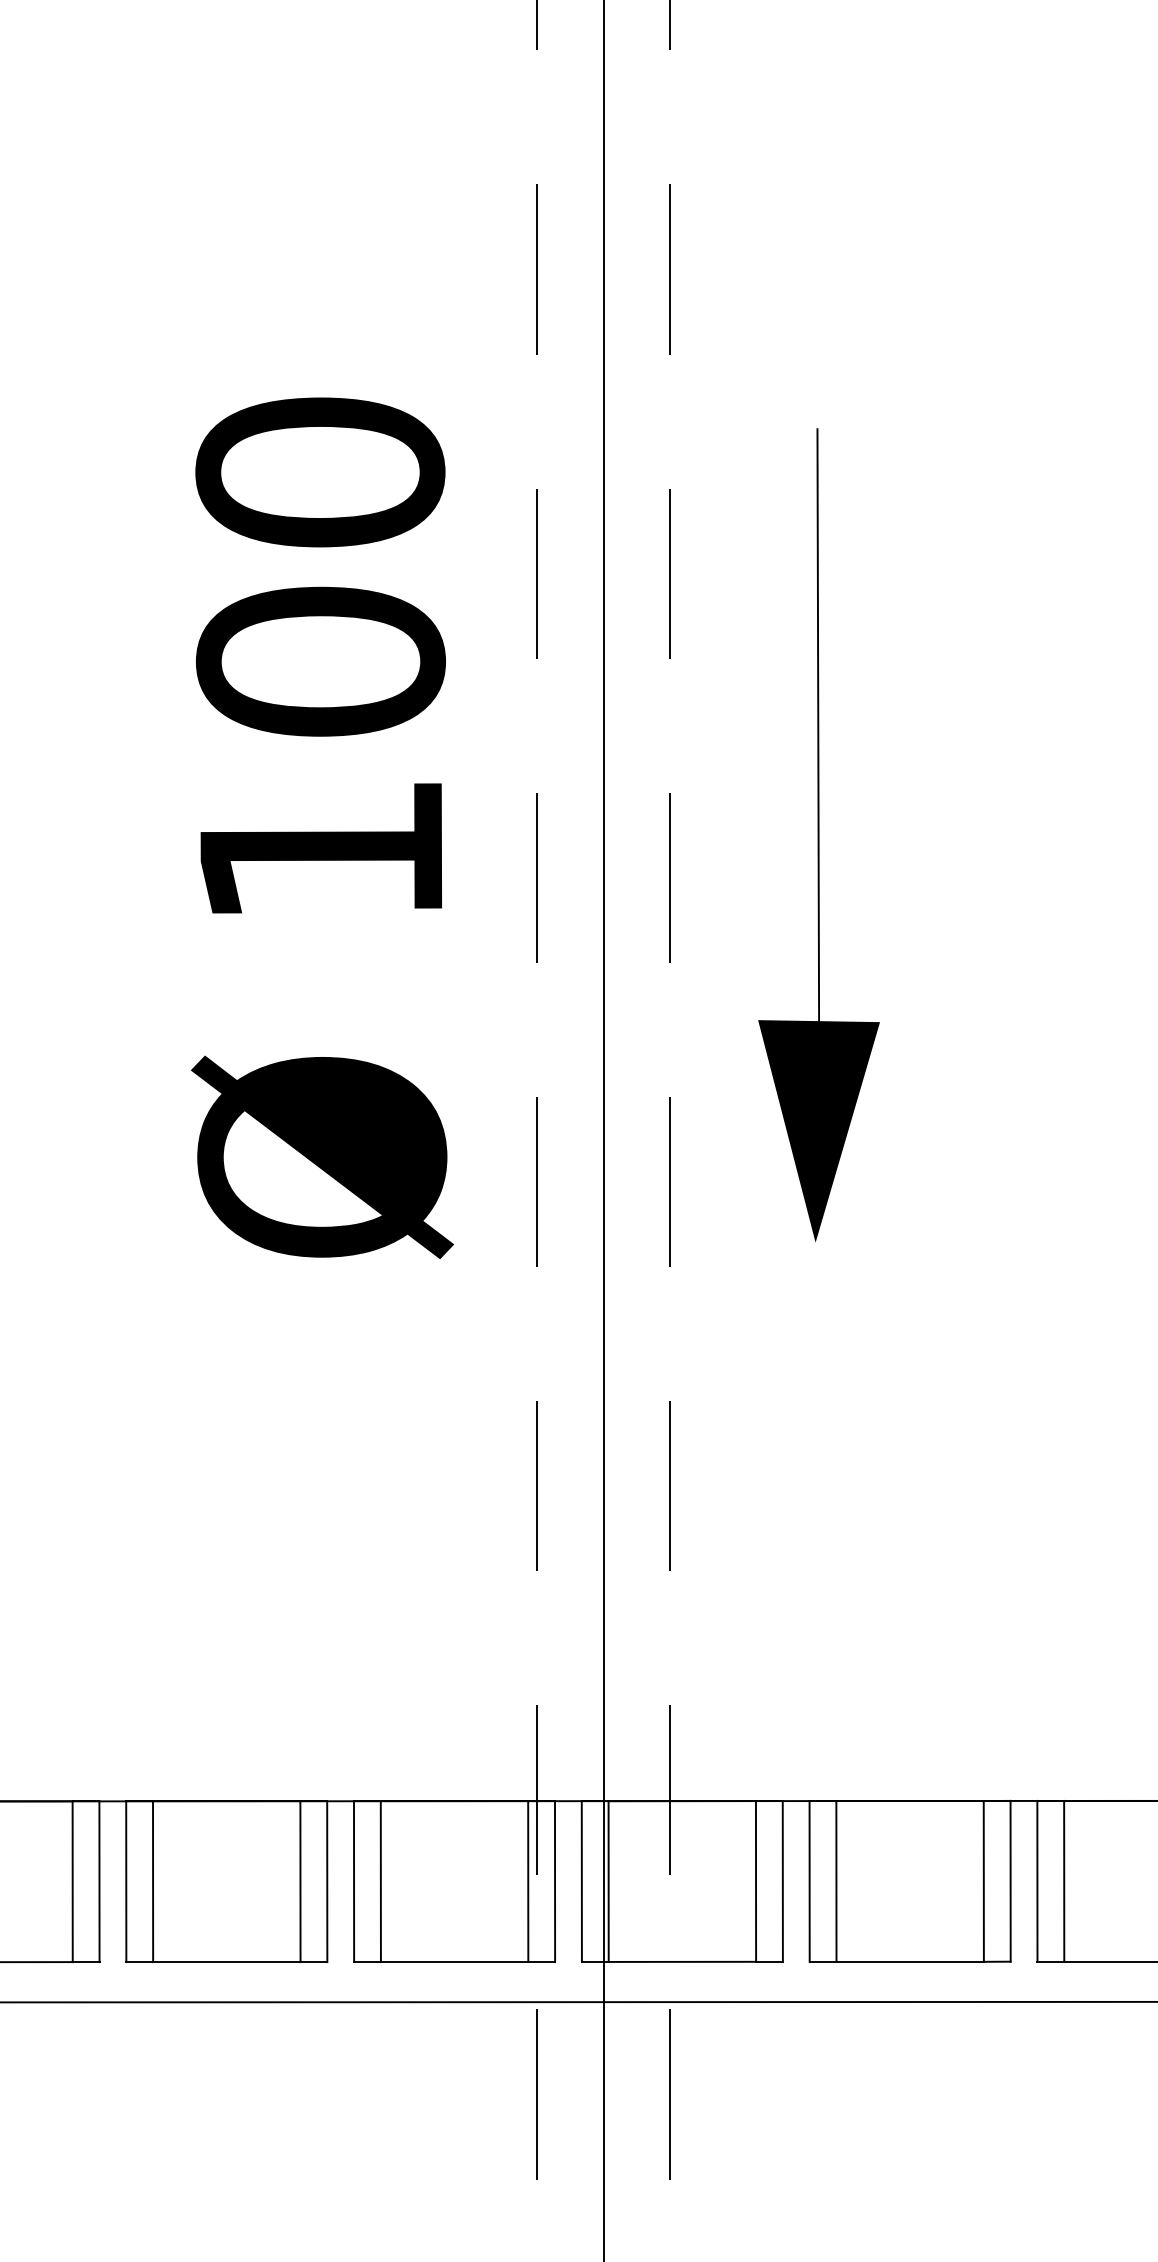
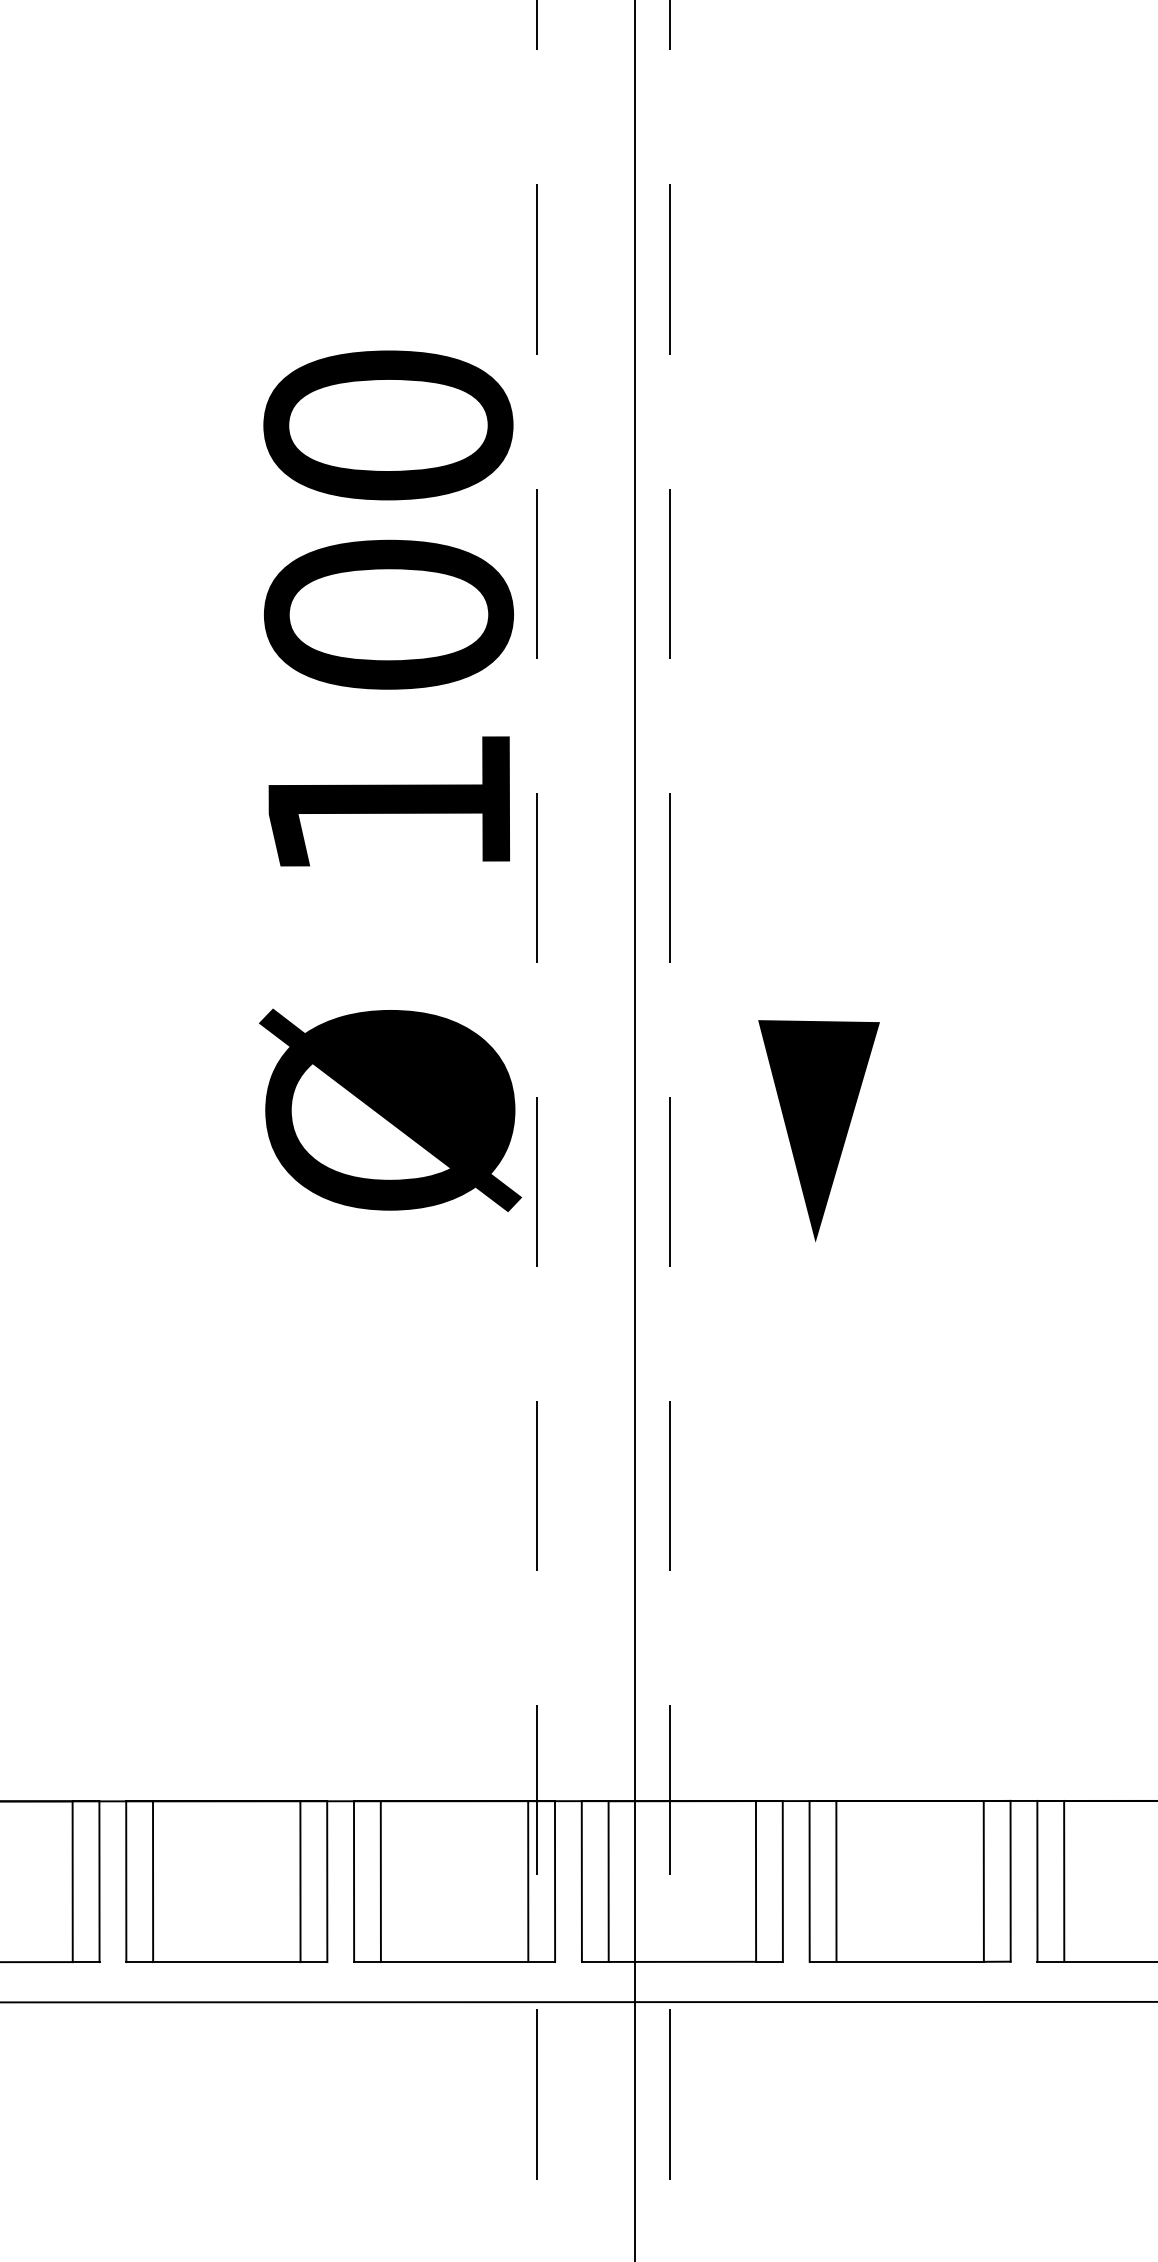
line at (818, 725): present -> none
text at (322, 827) position: (322, 827) -> (390, 780)
line at (603, 1130) position: (603, 1130) -> (634, 1130)
